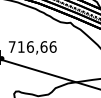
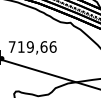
text at (29, 46): 716,66 -> 719,66
